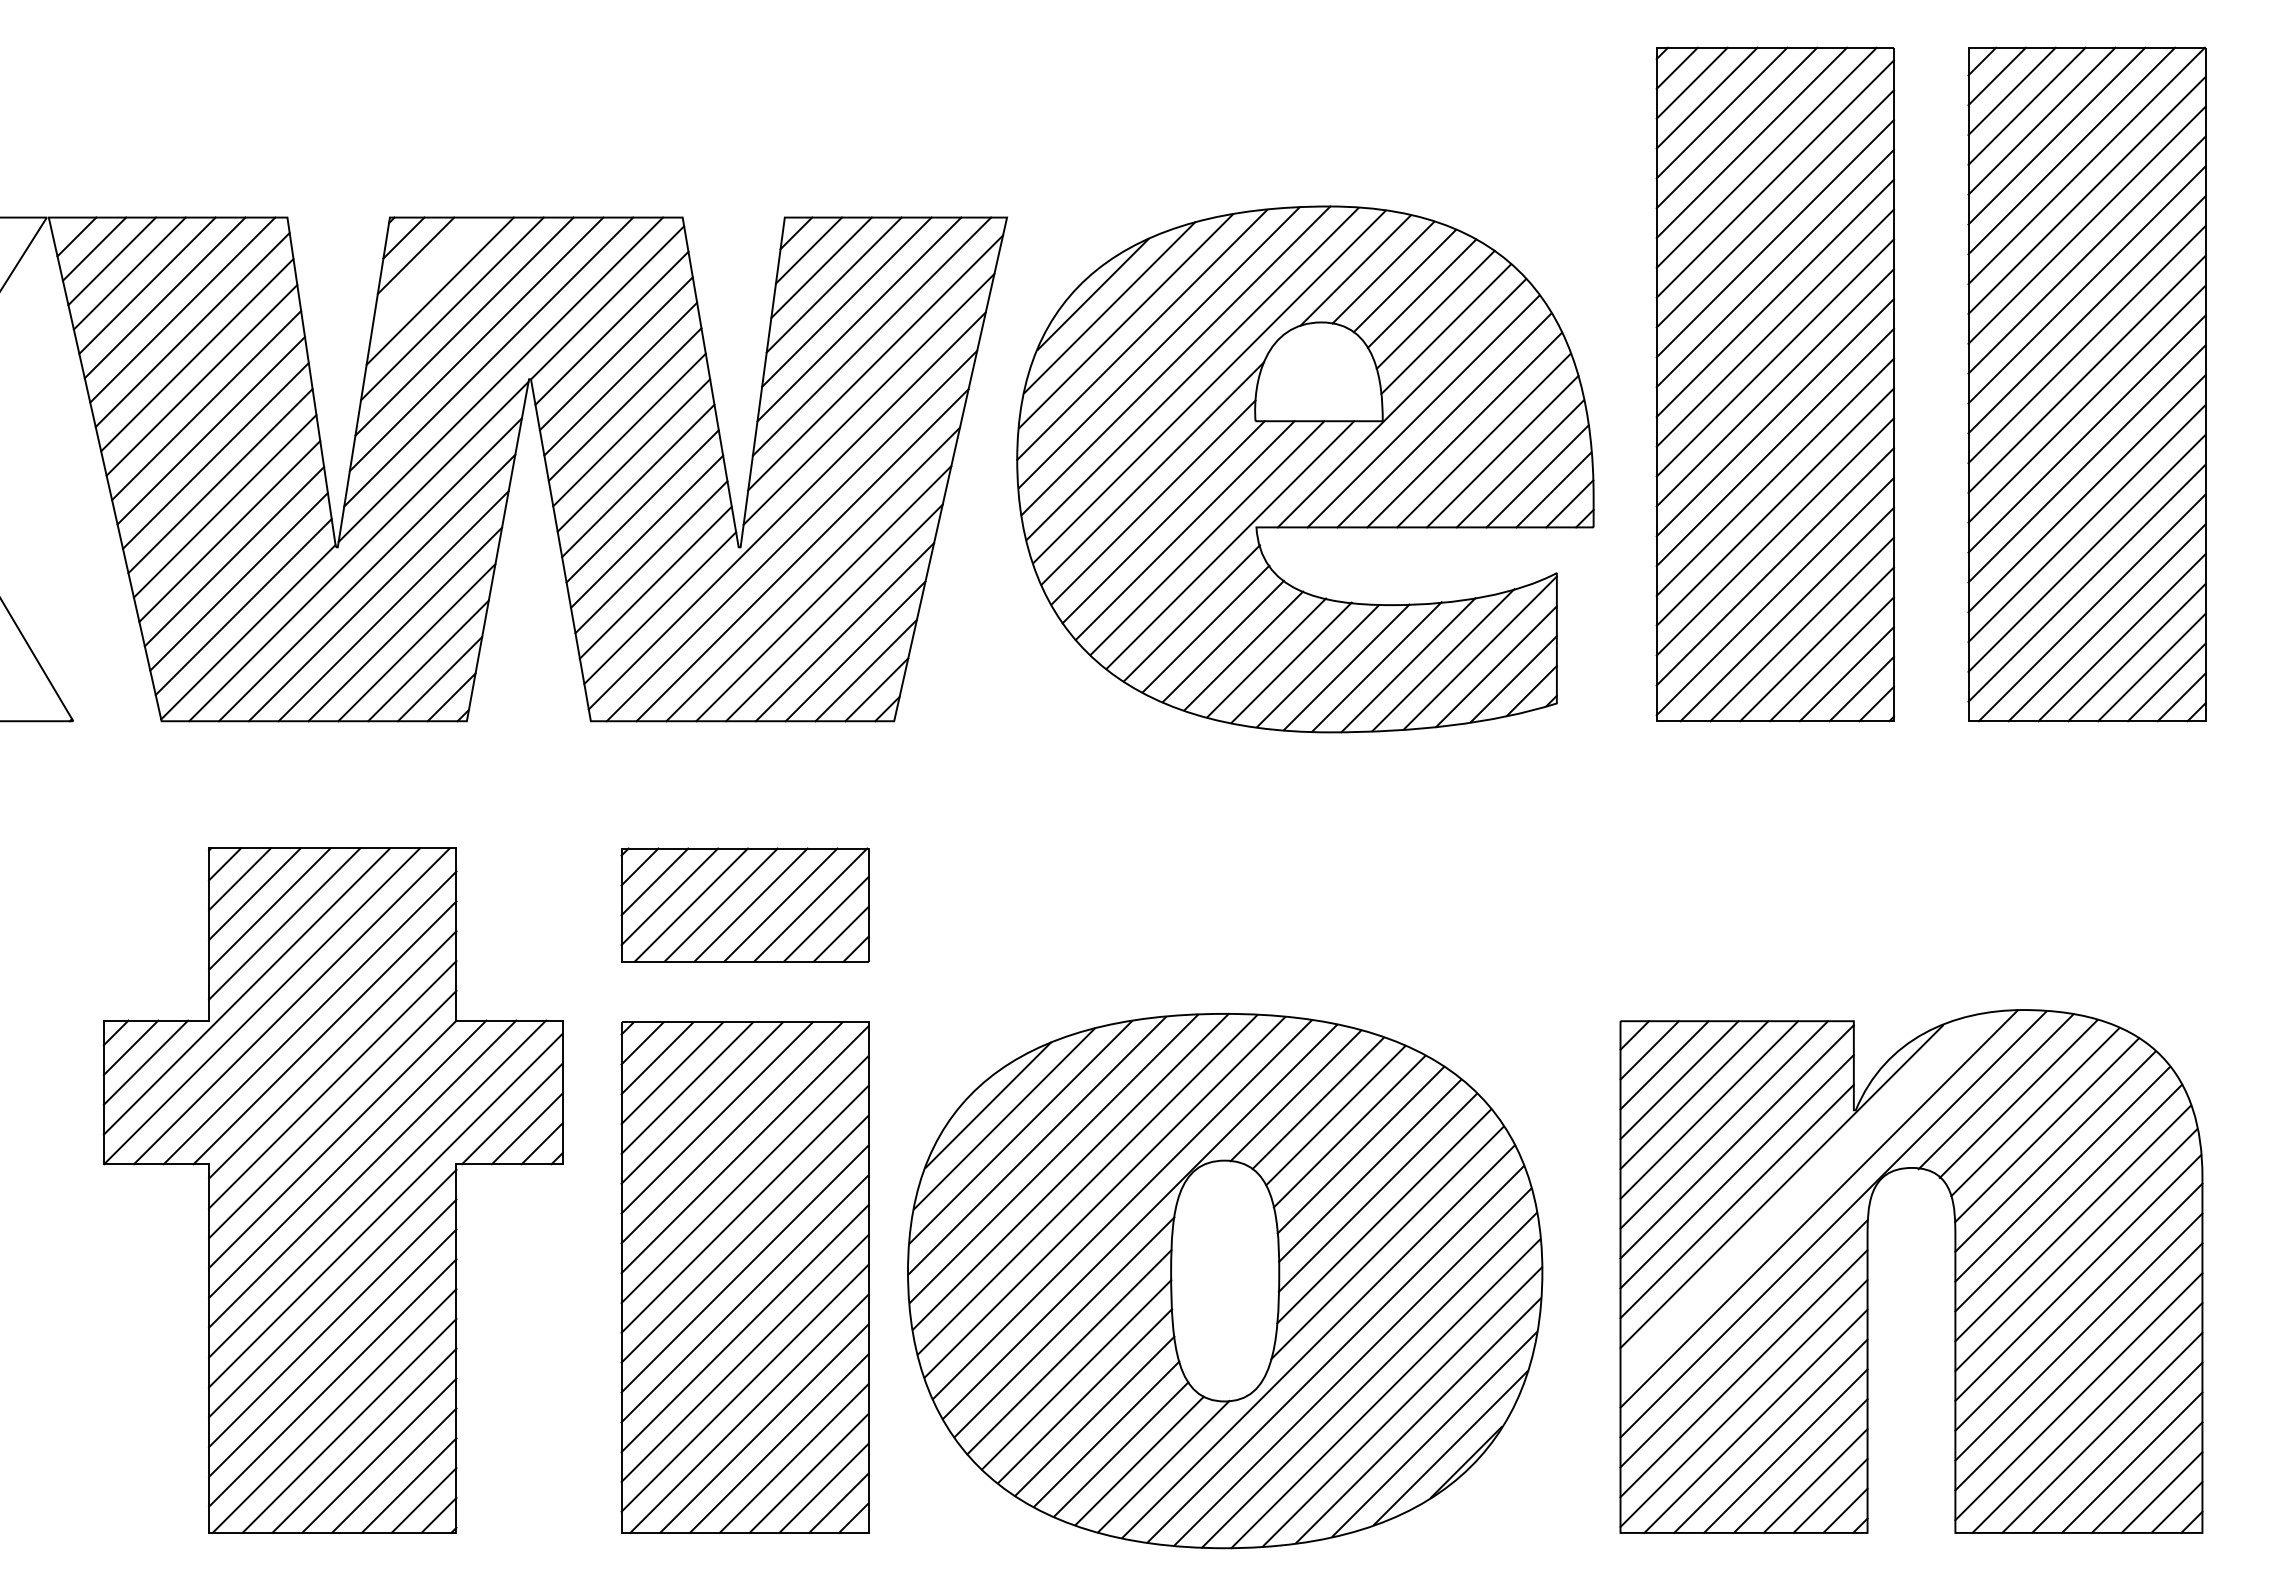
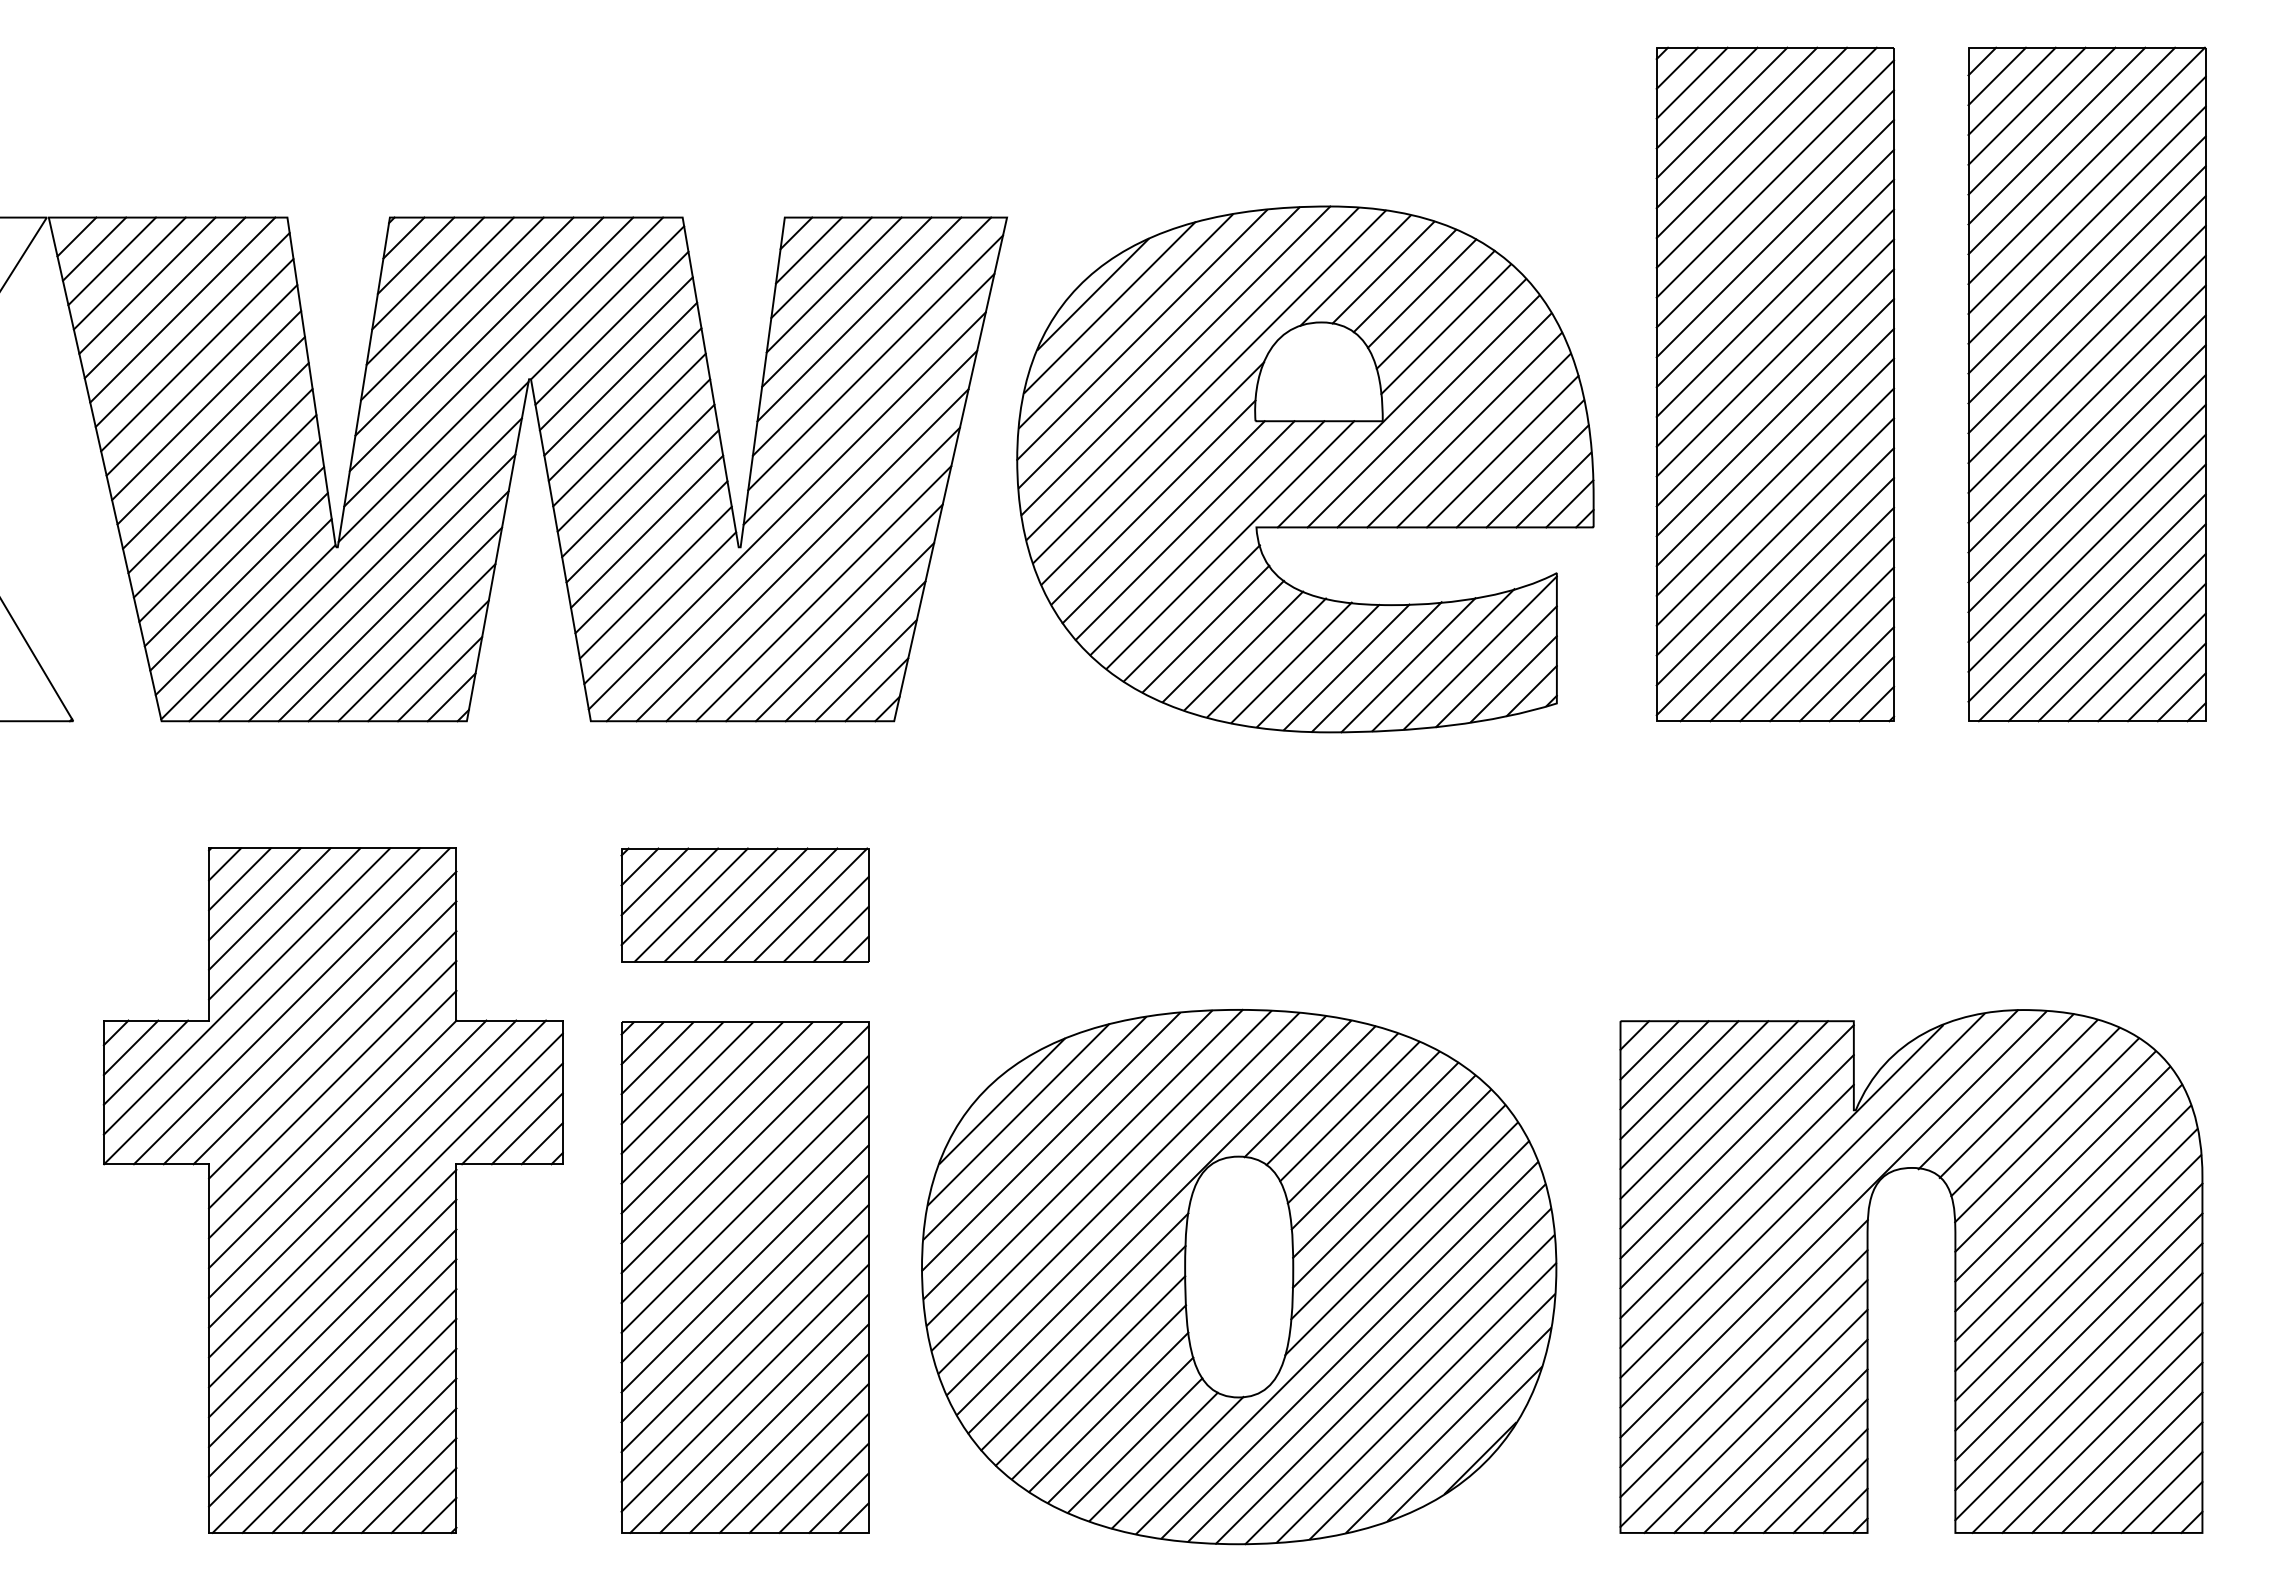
line at (428, 273): none -> present
line at (1802, 1195): none -> present
part at (1225, 1280) position: (1225, 1280) -> (1239, 1276)
